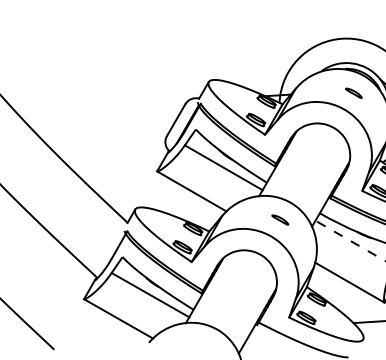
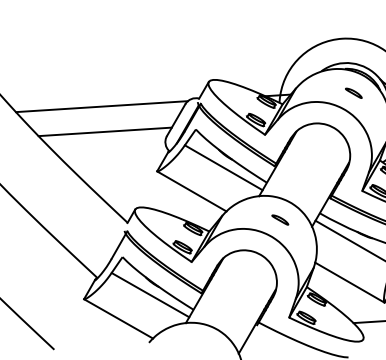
line at (101, 106): none -> present
line at (104, 131): none -> present
line at (350, 240): dashed -> solid
